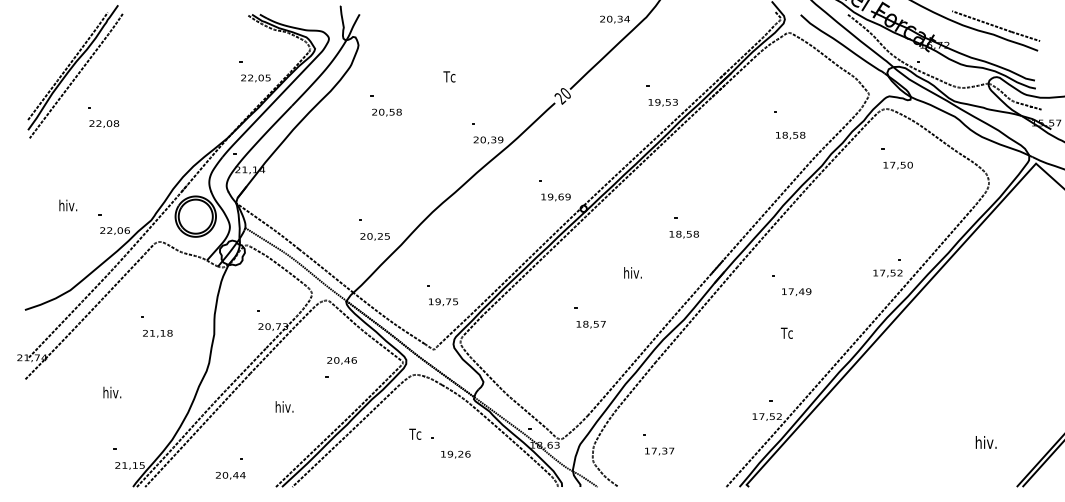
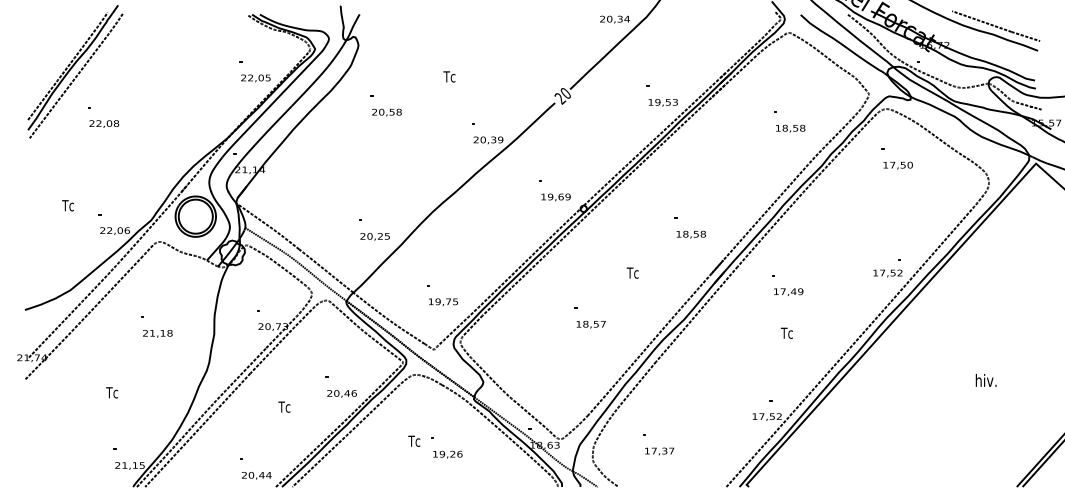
text at (790, 135) position: (790, 135) -> (790, 128)
text at (68, 205): hiv. -> Tc
text at (683, 234) position: (683, 234) -> (690, 234)
text at (632, 272): hiv. -> Tc
text at (796, 291) position: (796, 291) -> (788, 291)
text at (341, 360) position: (341, 360) -> (341, 393)
text at (112, 392): hiv. -> Tc
text at (284, 406): hiv. -> Tc
text at (415, 433) position: (415, 433) -> (414, 440)
text at (985, 442) position: (985, 442) -> (985, 380)
text at (455, 454) position: (455, 454) -> (447, 454)
text at (230, 475) position: (230, 475) -> (256, 475)
